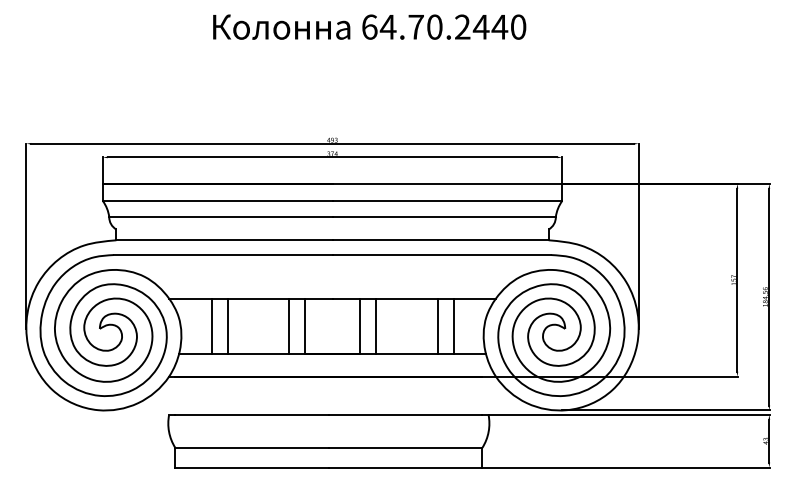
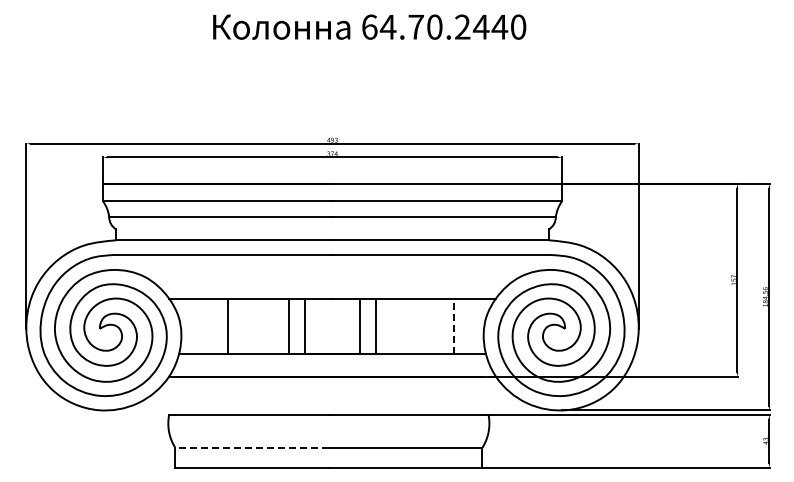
line at (211, 325): present -> none
line at (437, 325): present -> none
line at (453, 326): solid -> dashed
line at (252, 447): solid -> dashed
